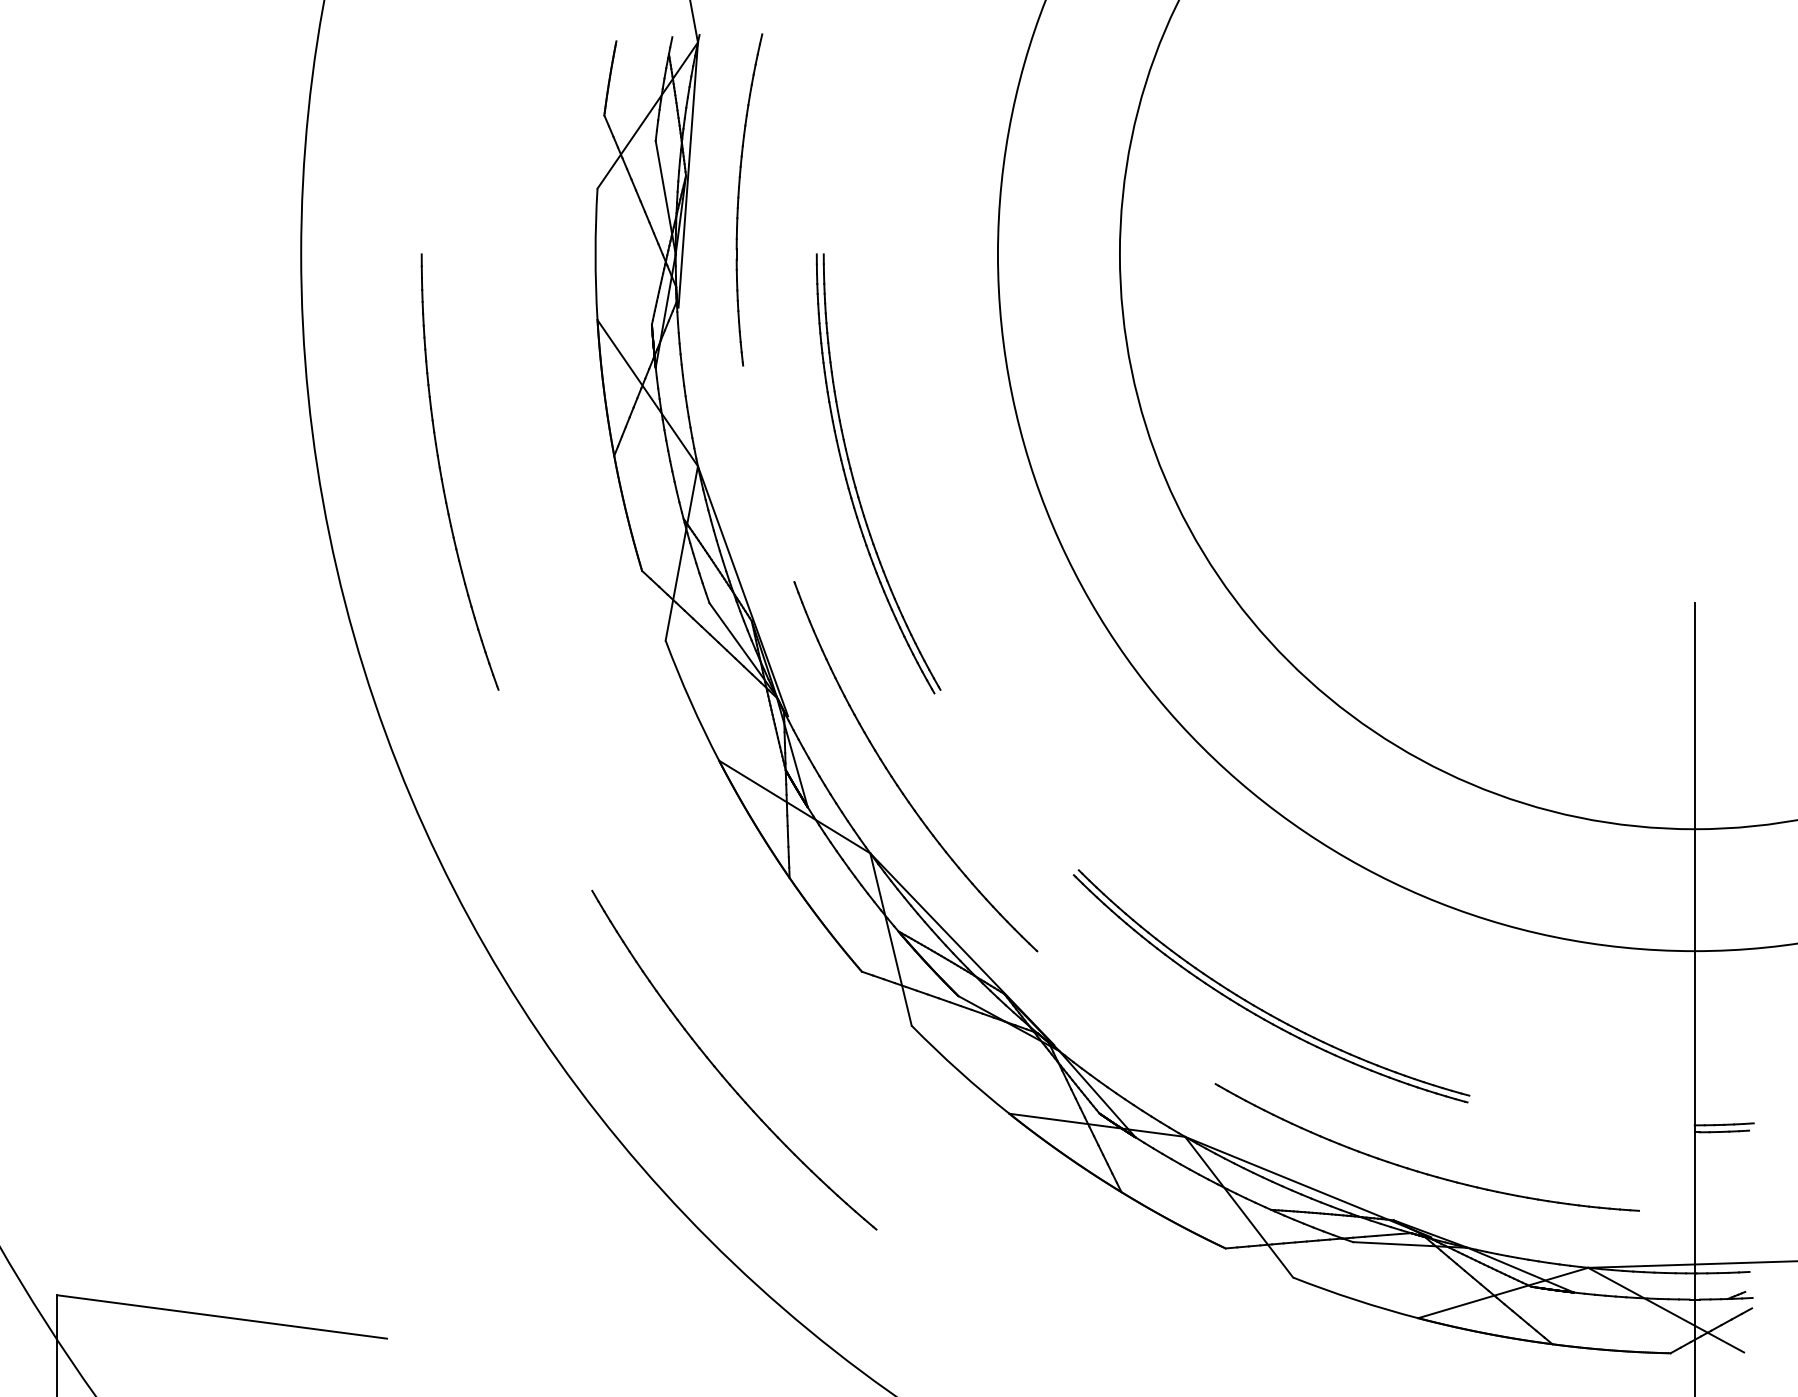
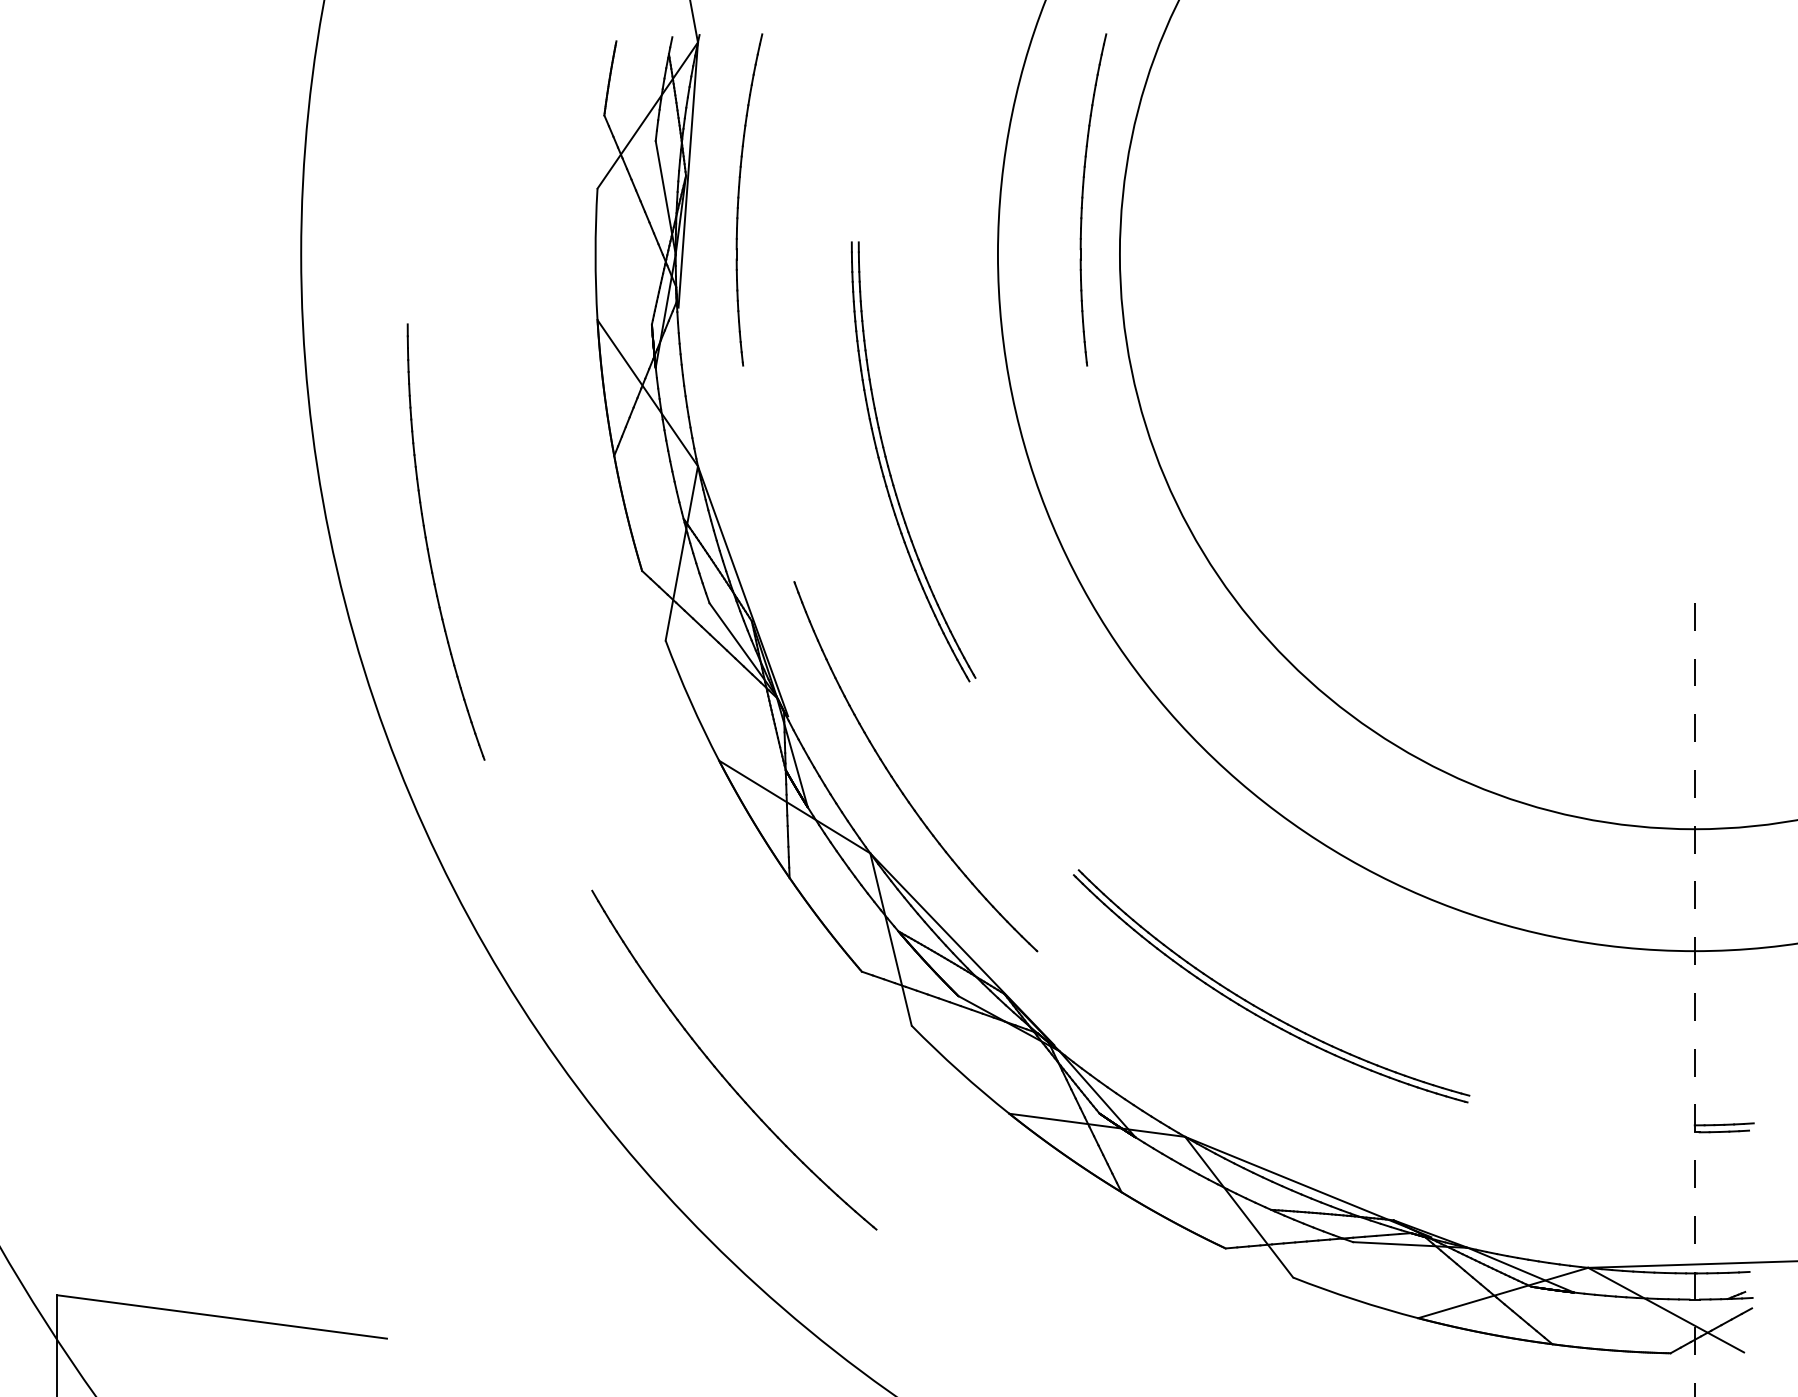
part at (1083, 199): none -> present
part at (442, 476) position: (442, 476) -> (428, 546)
part at (854, 478) position: (854, 478) -> (889, 466)
line at (1694, 999): solid -> dashed
part at (1418, 1170): present -> none
